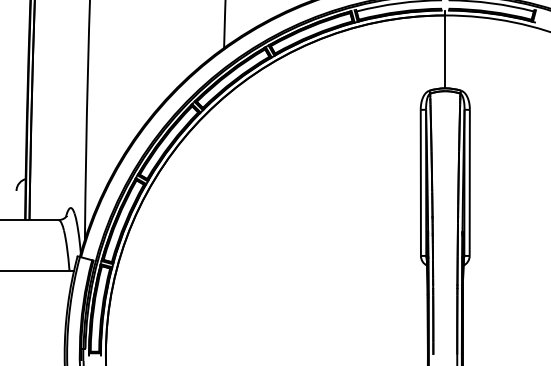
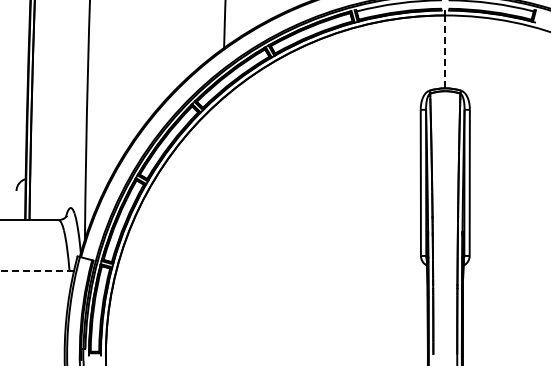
line at (445, 51): solid -> dashed
line at (37, 270): solid -> dashed
